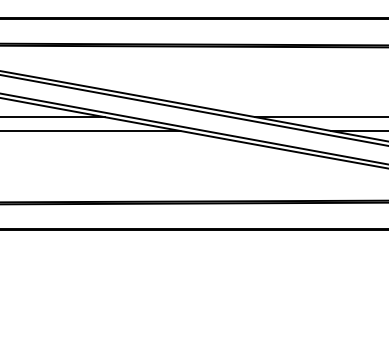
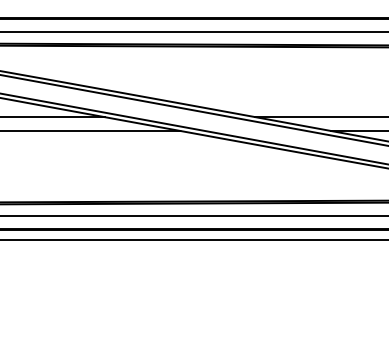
line at (193, 32): none -> present
line at (193, 215): none -> present
line at (193, 240): none -> present
